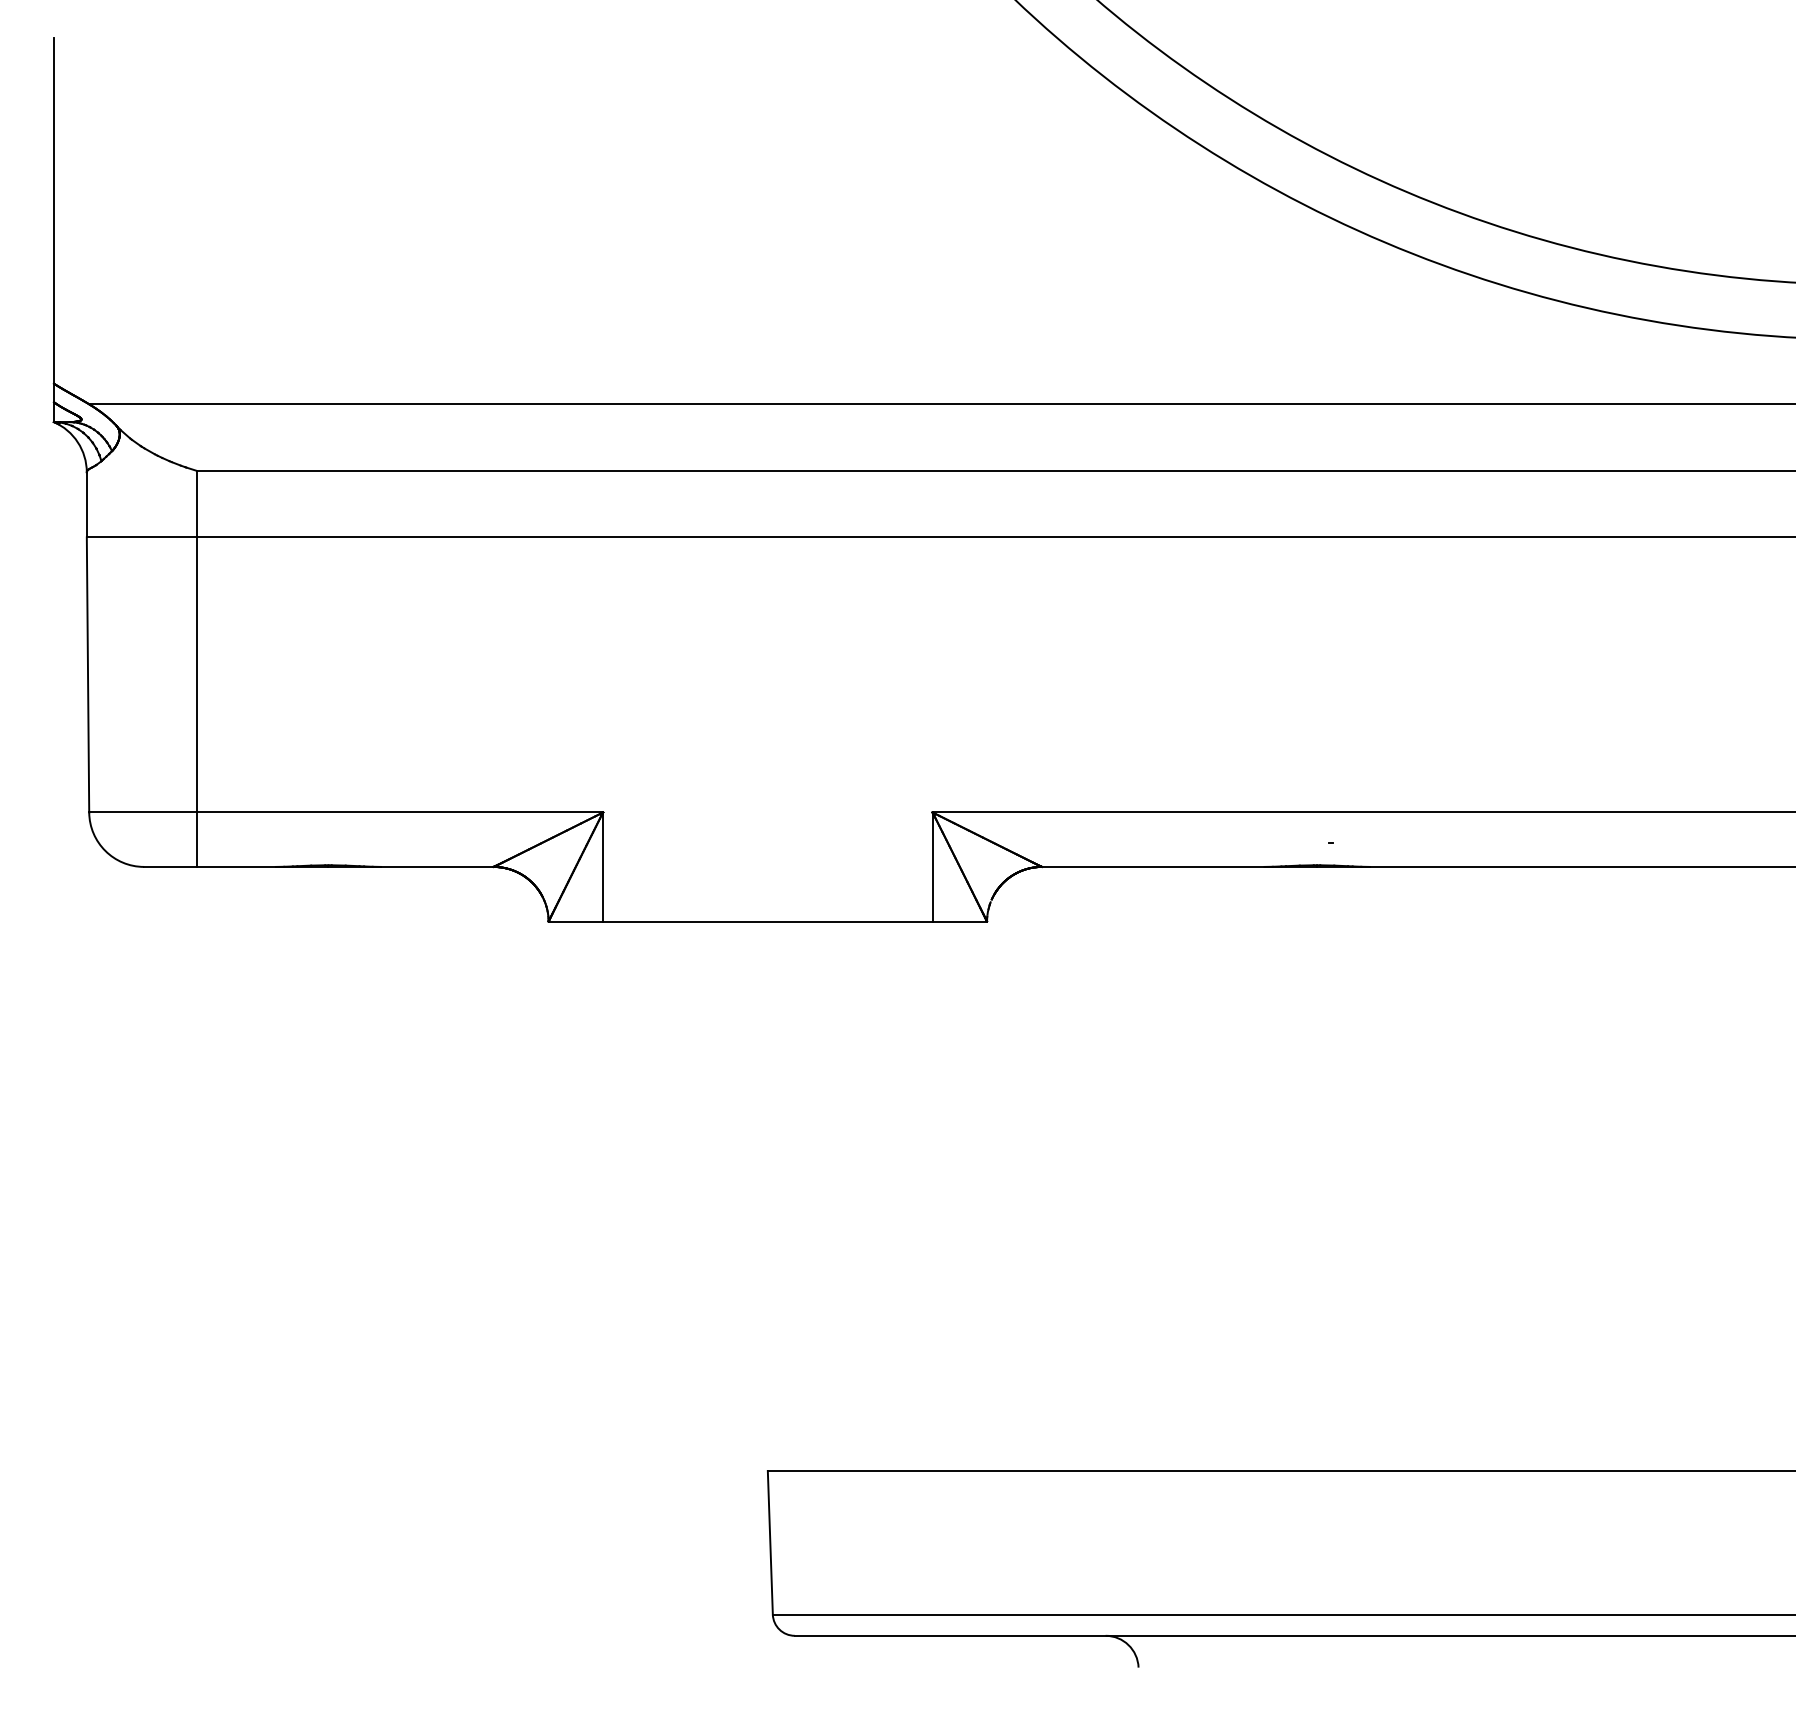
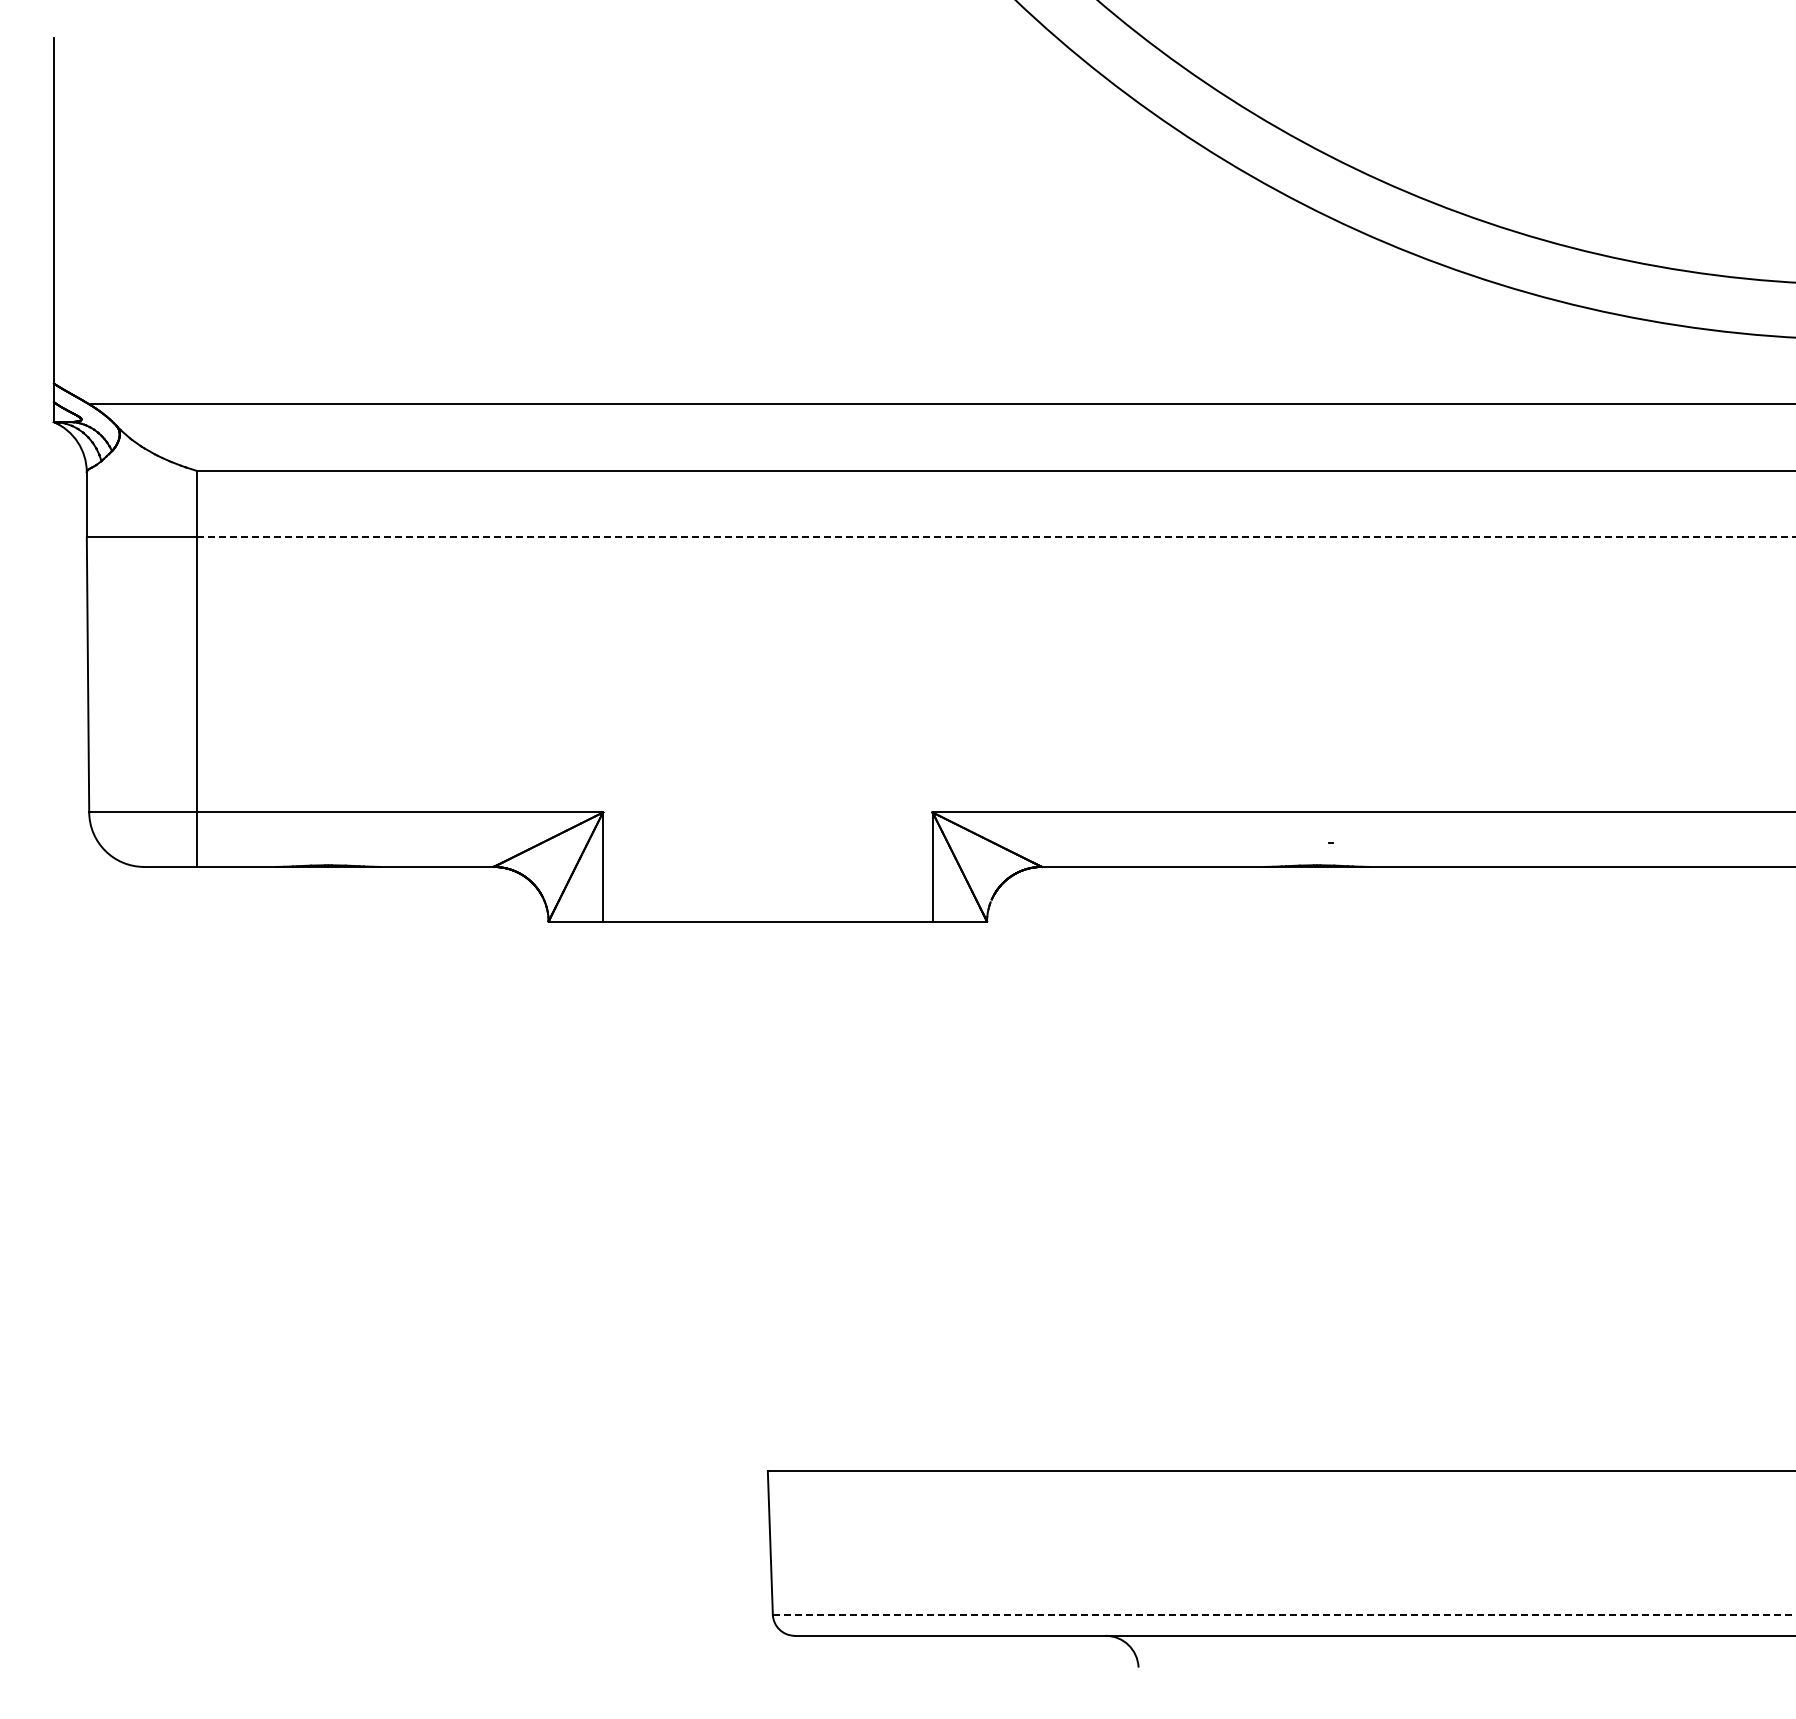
line at (996, 537): solid -> dashed
line at (1284, 1614): solid -> dashed
